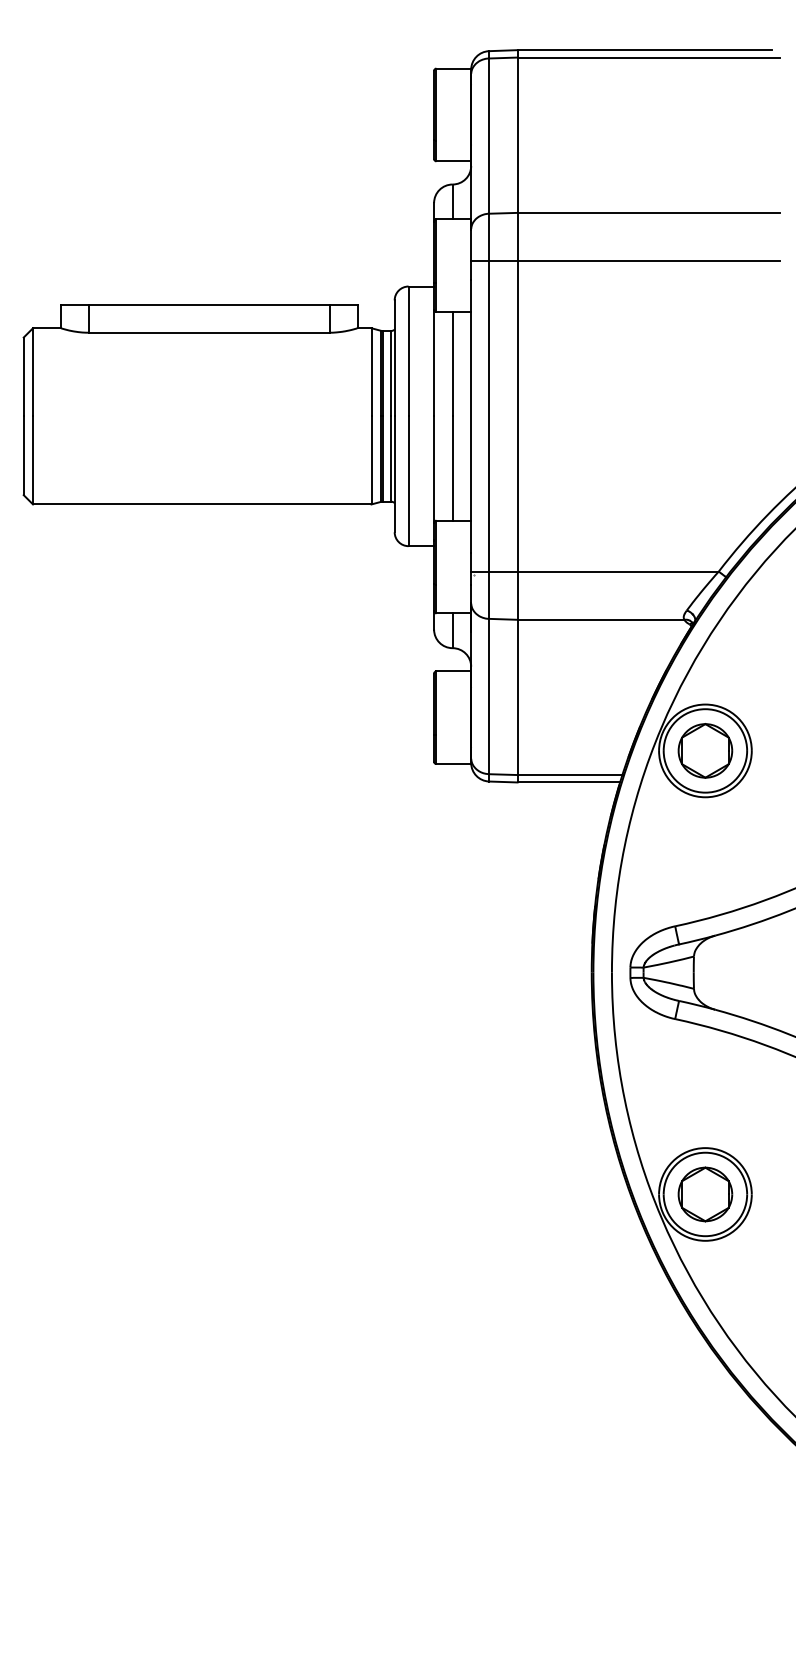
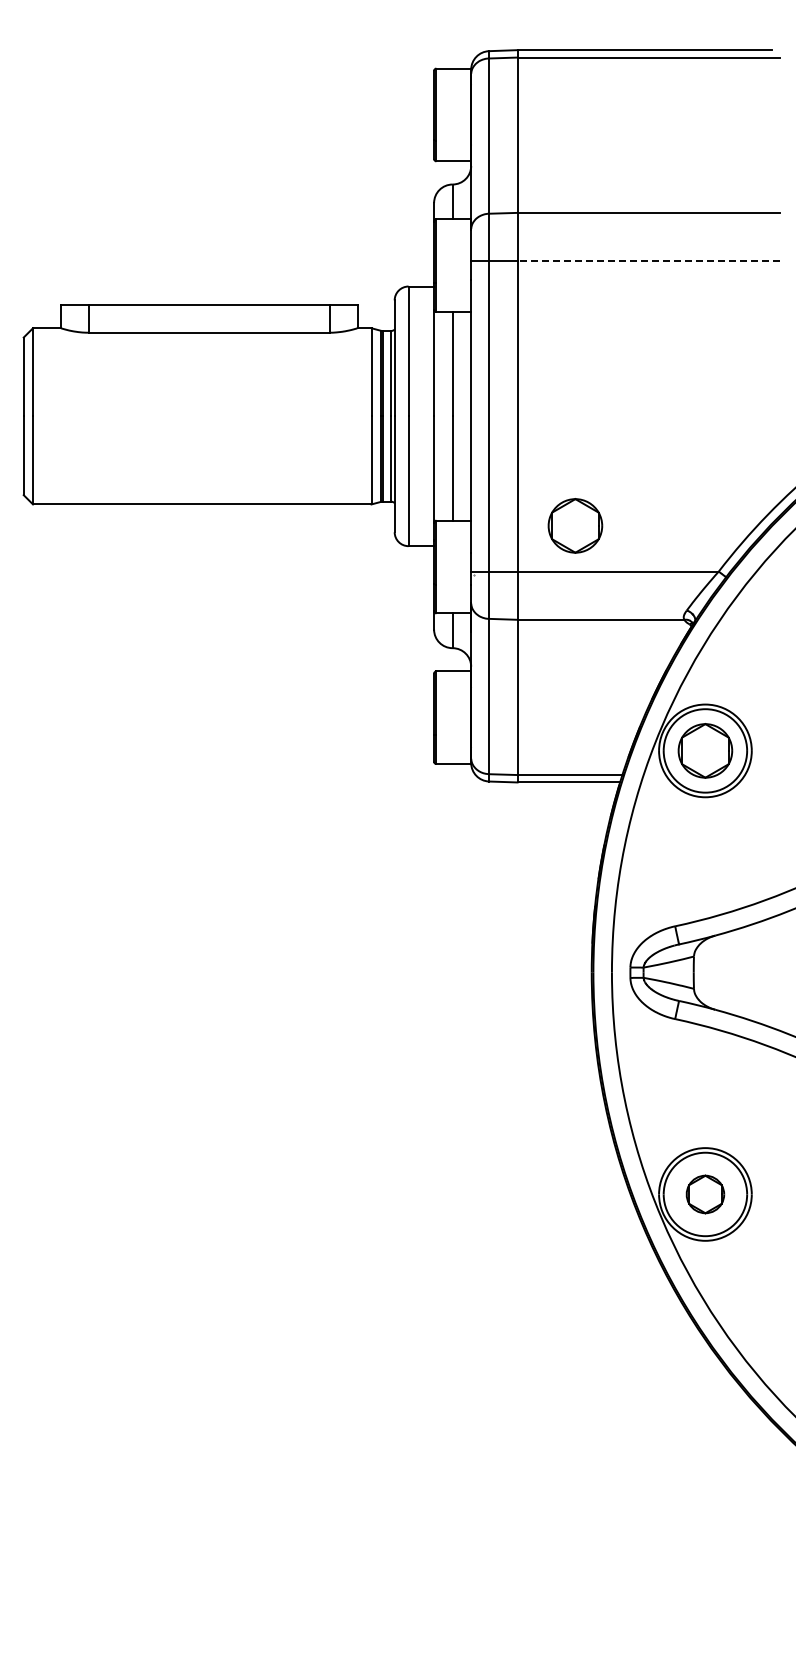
line at (648, 261): solid -> dashed
part at (575, 525): none -> present
part at (705, 1194) size: 57x57 px -> 41x41 px
